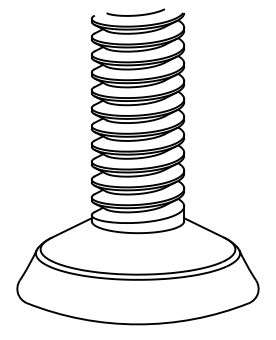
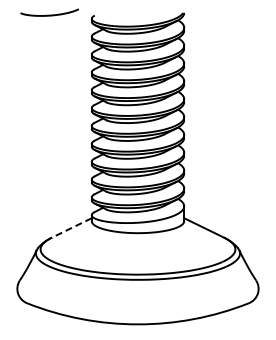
curve at (135, 14) position: (135, 14) -> (49, 14)
line at (71, 228): solid -> dashed
